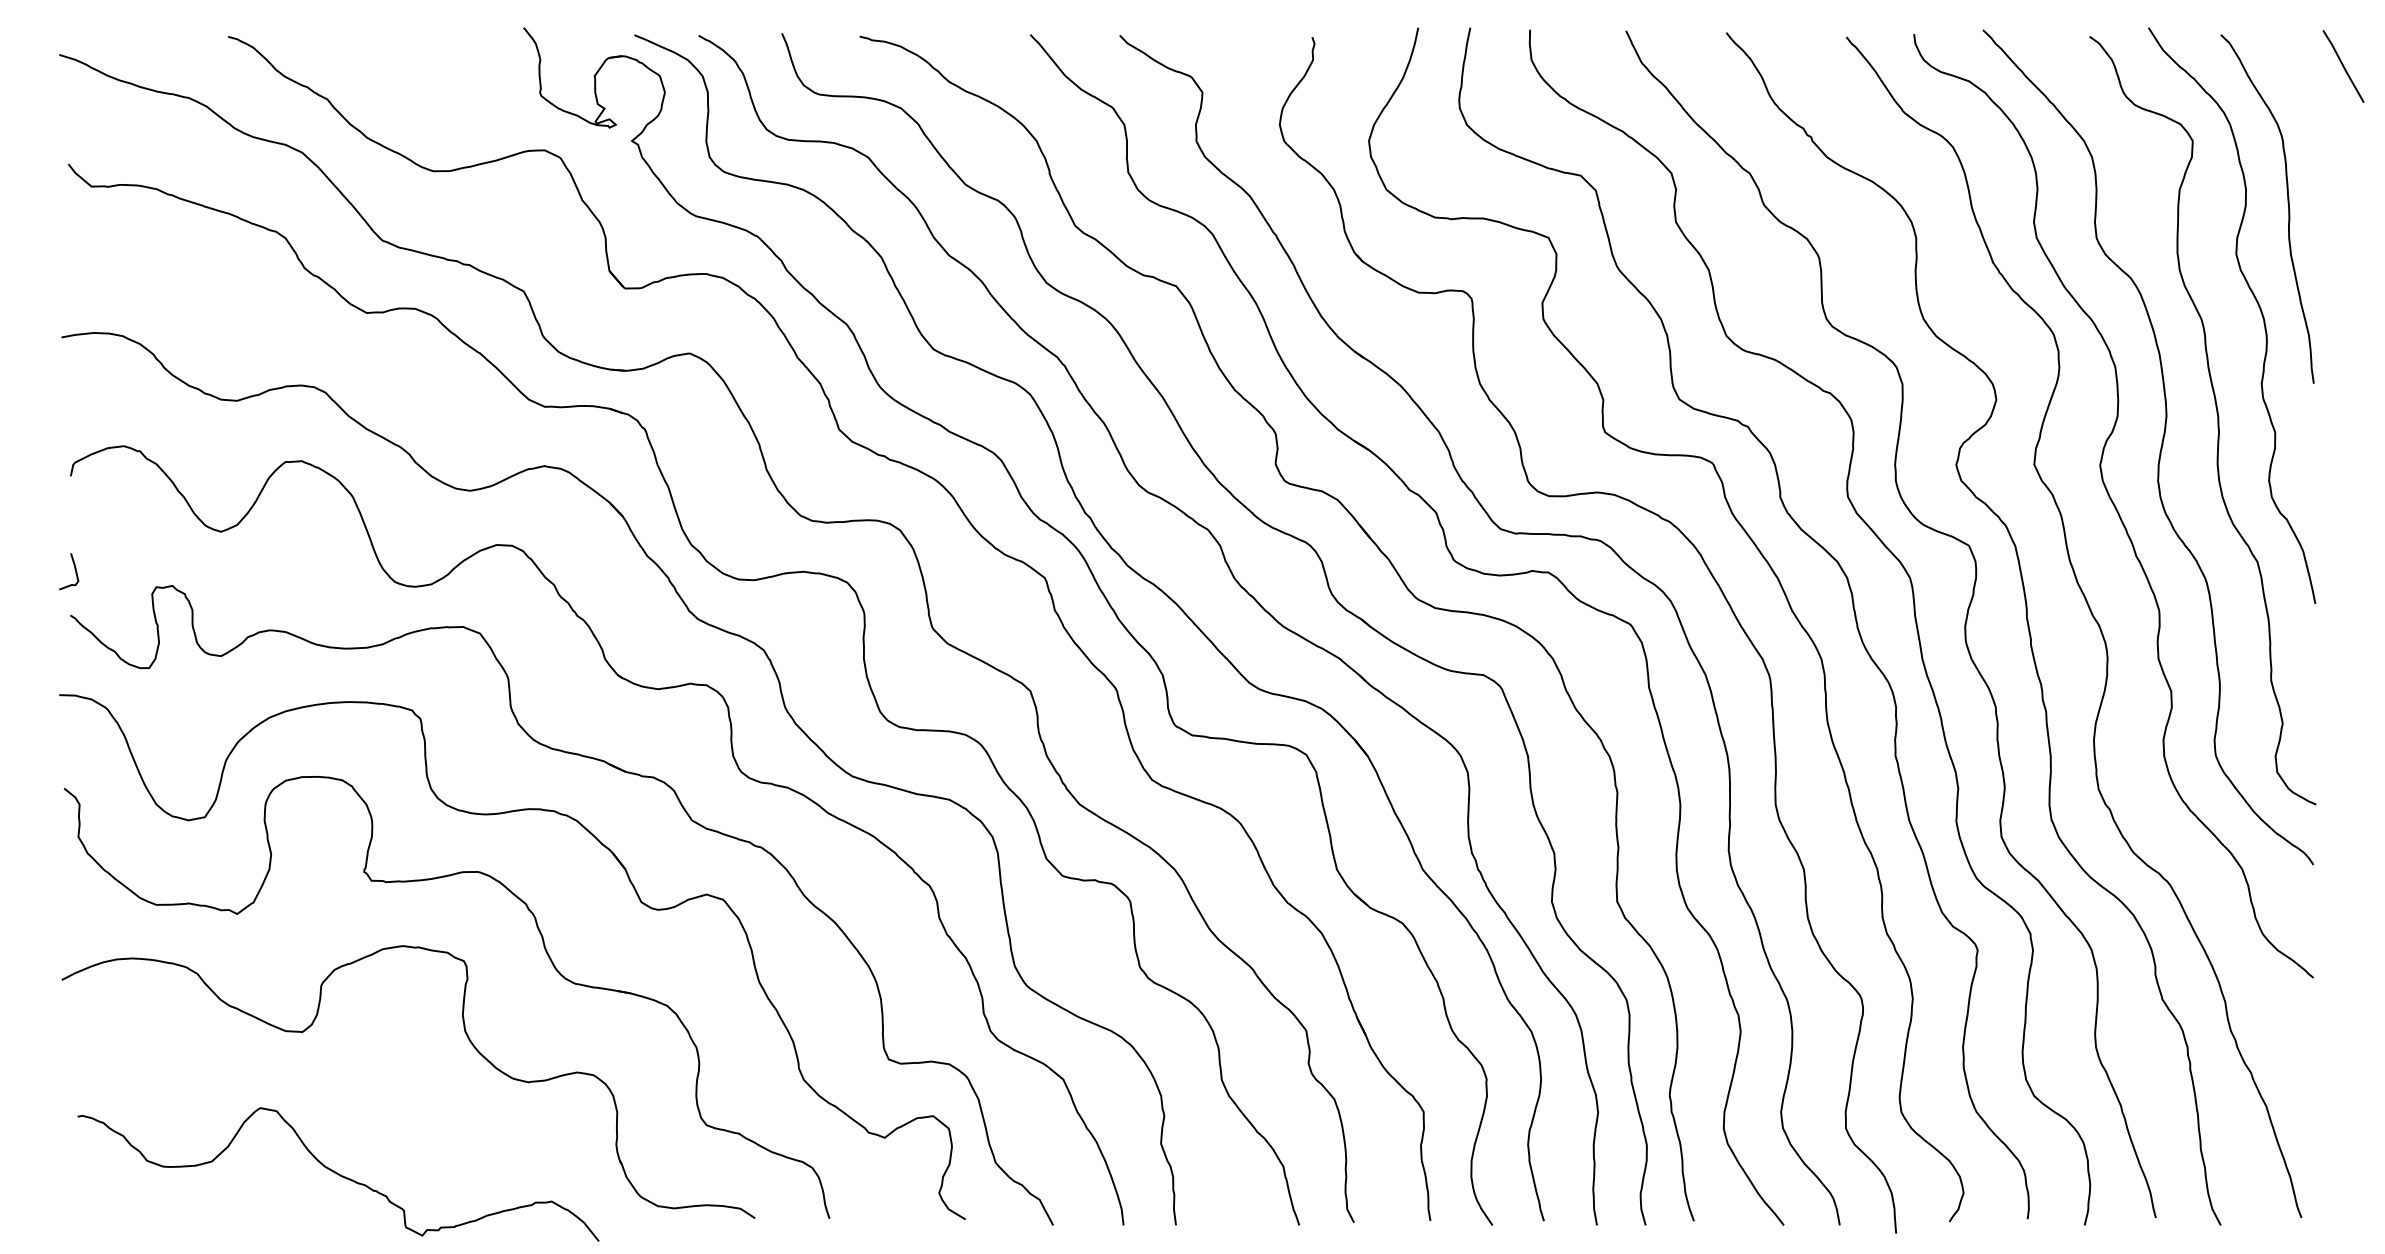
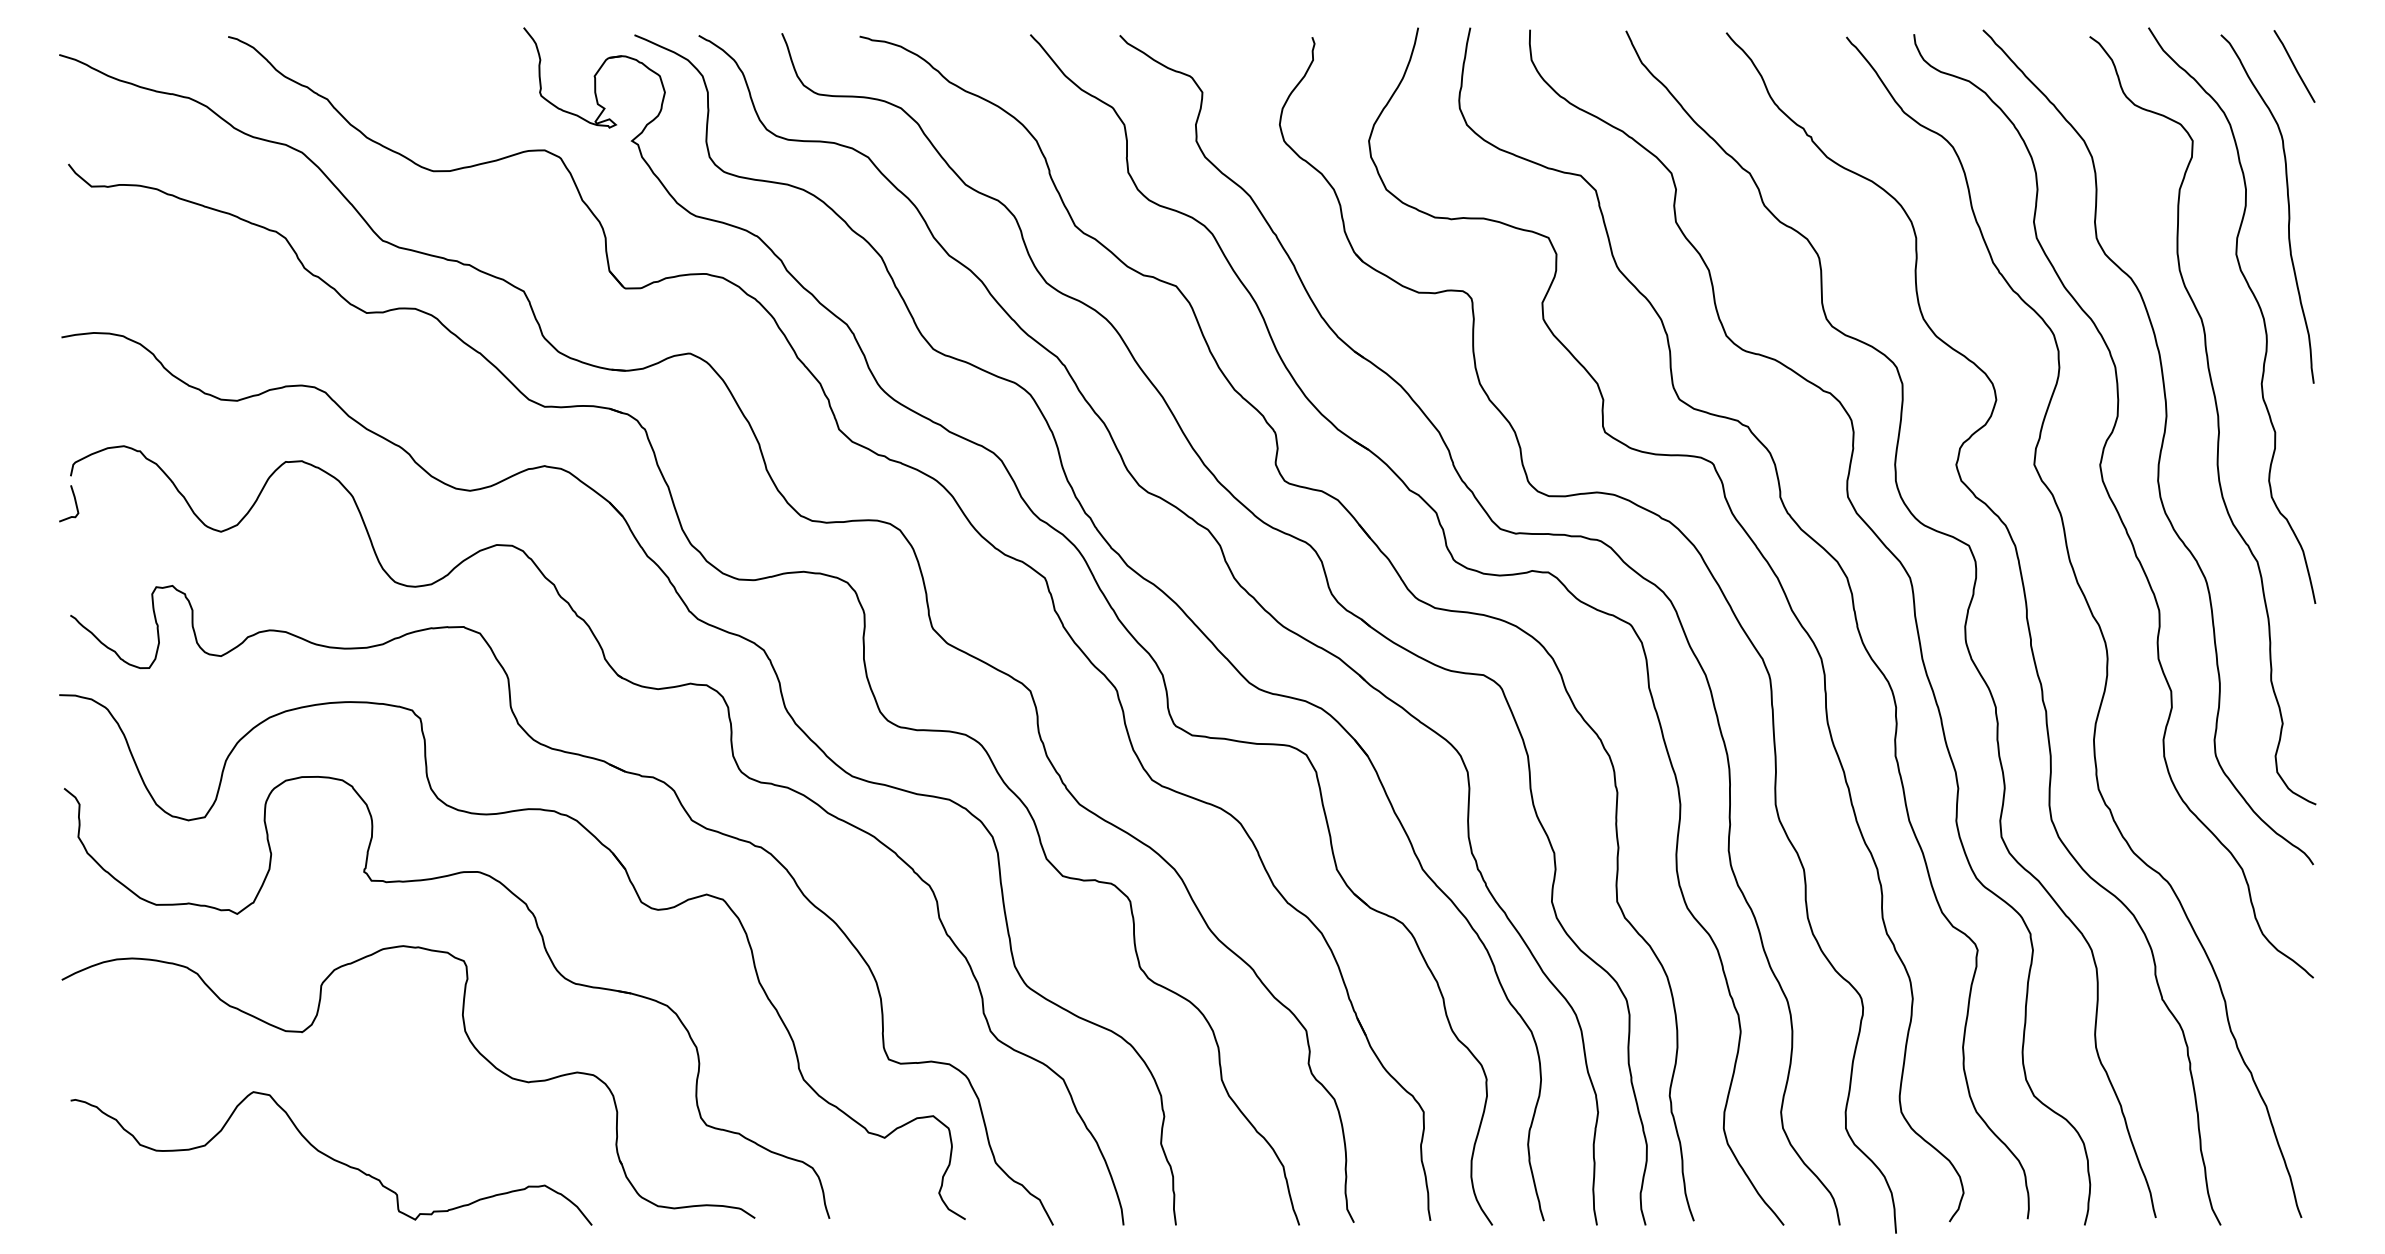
line at (2343, 66) position: (2343, 66) -> (2294, 66)
curve at (74, 569) position: (74, 569) -> (74, 501)
curve at (338, 1174) position: (338, 1174) -> (331, 1158)
